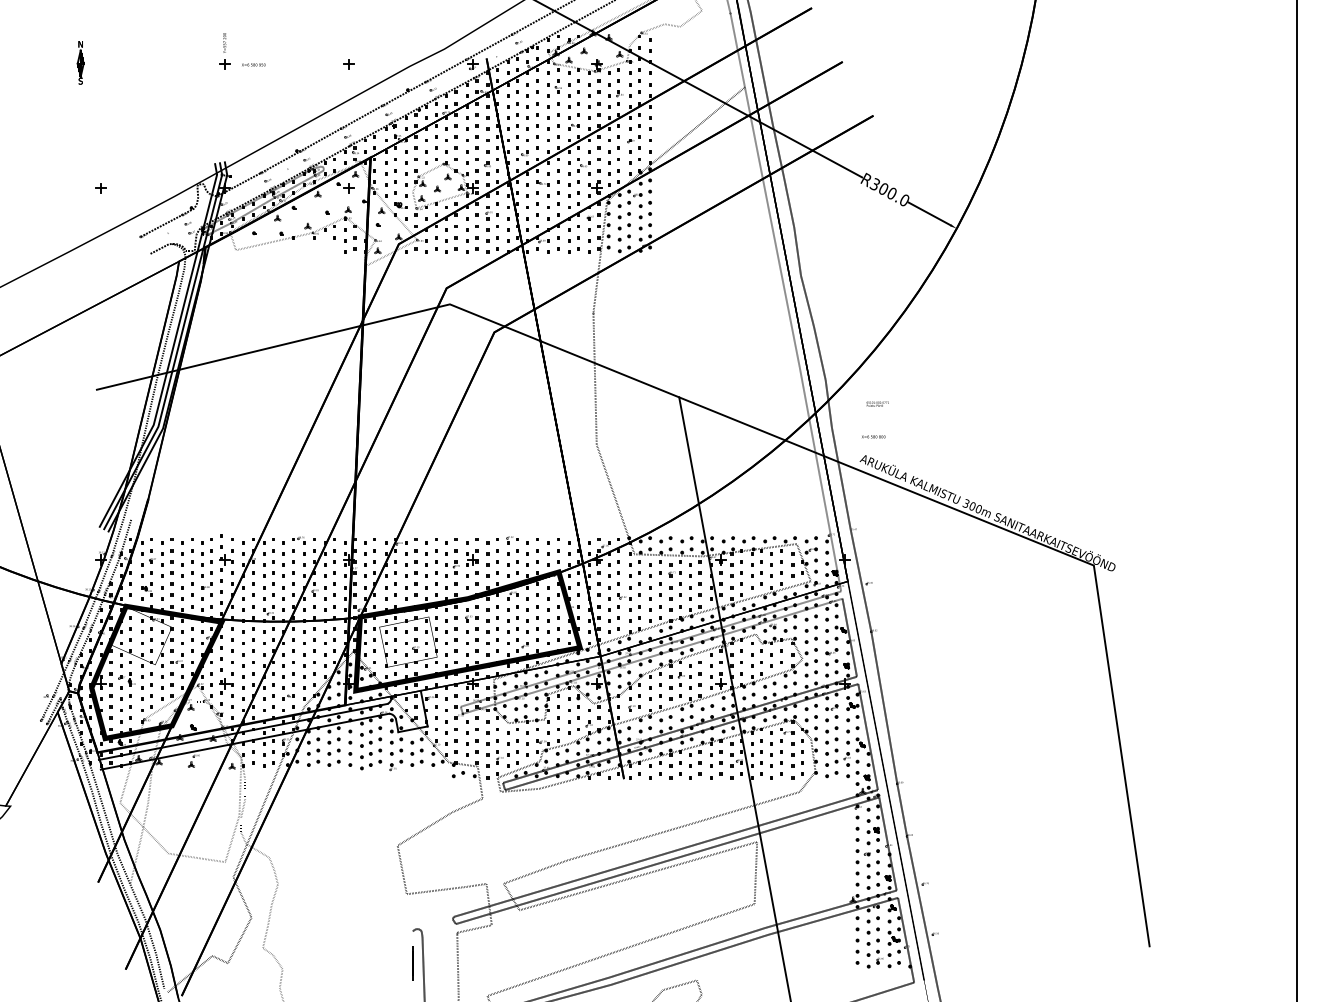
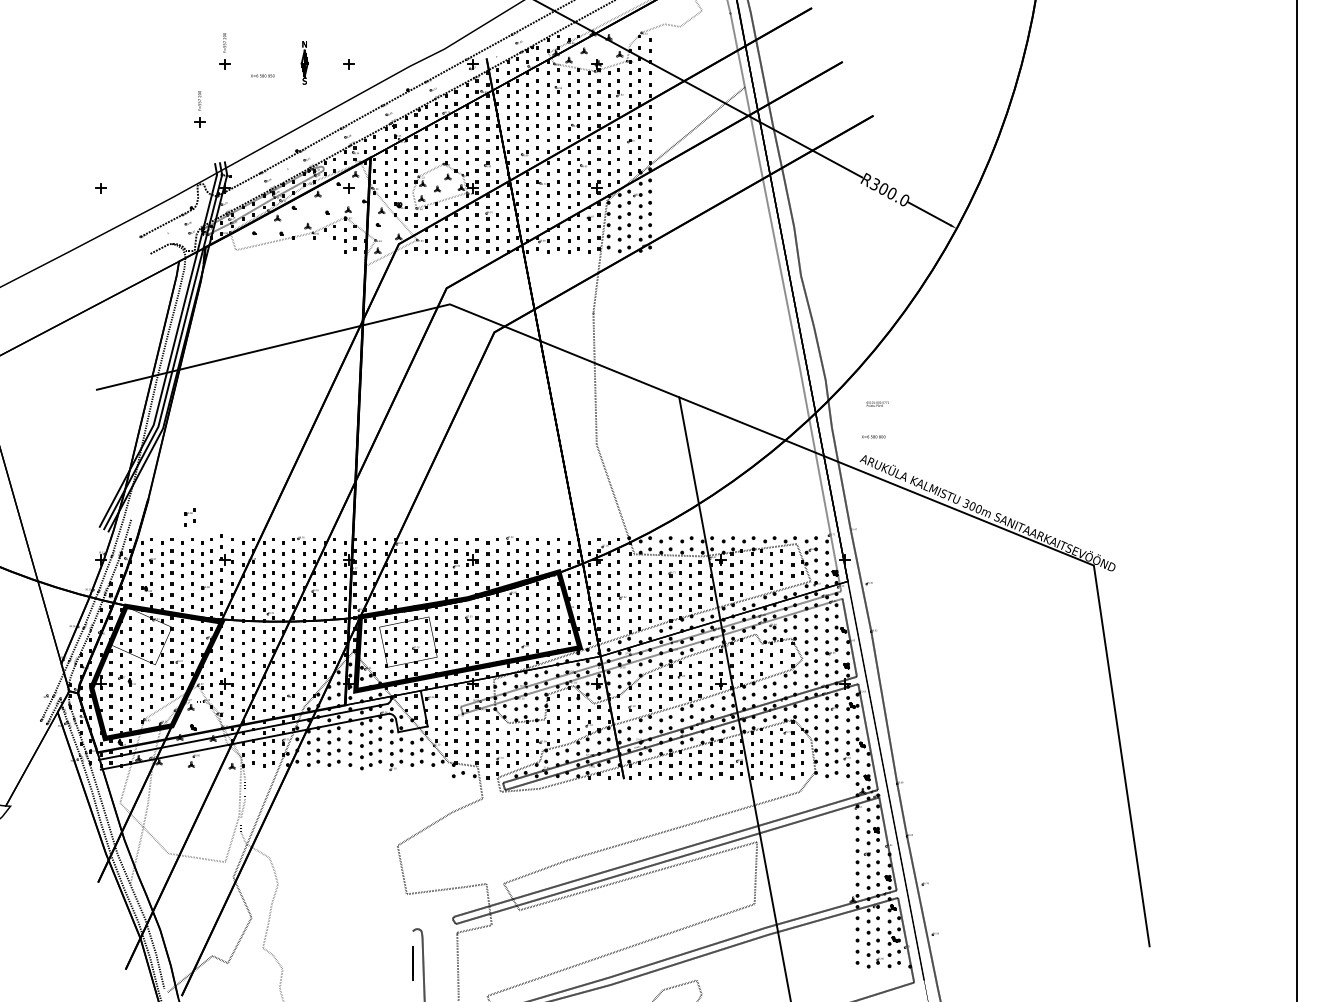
part at (80, 62) position: (80, 62) -> (304, 62)
text at (253, 64) position: (253, 64) -> (262, 75)
part at (199, 109): none -> present
part at (189, 517): none -> present
